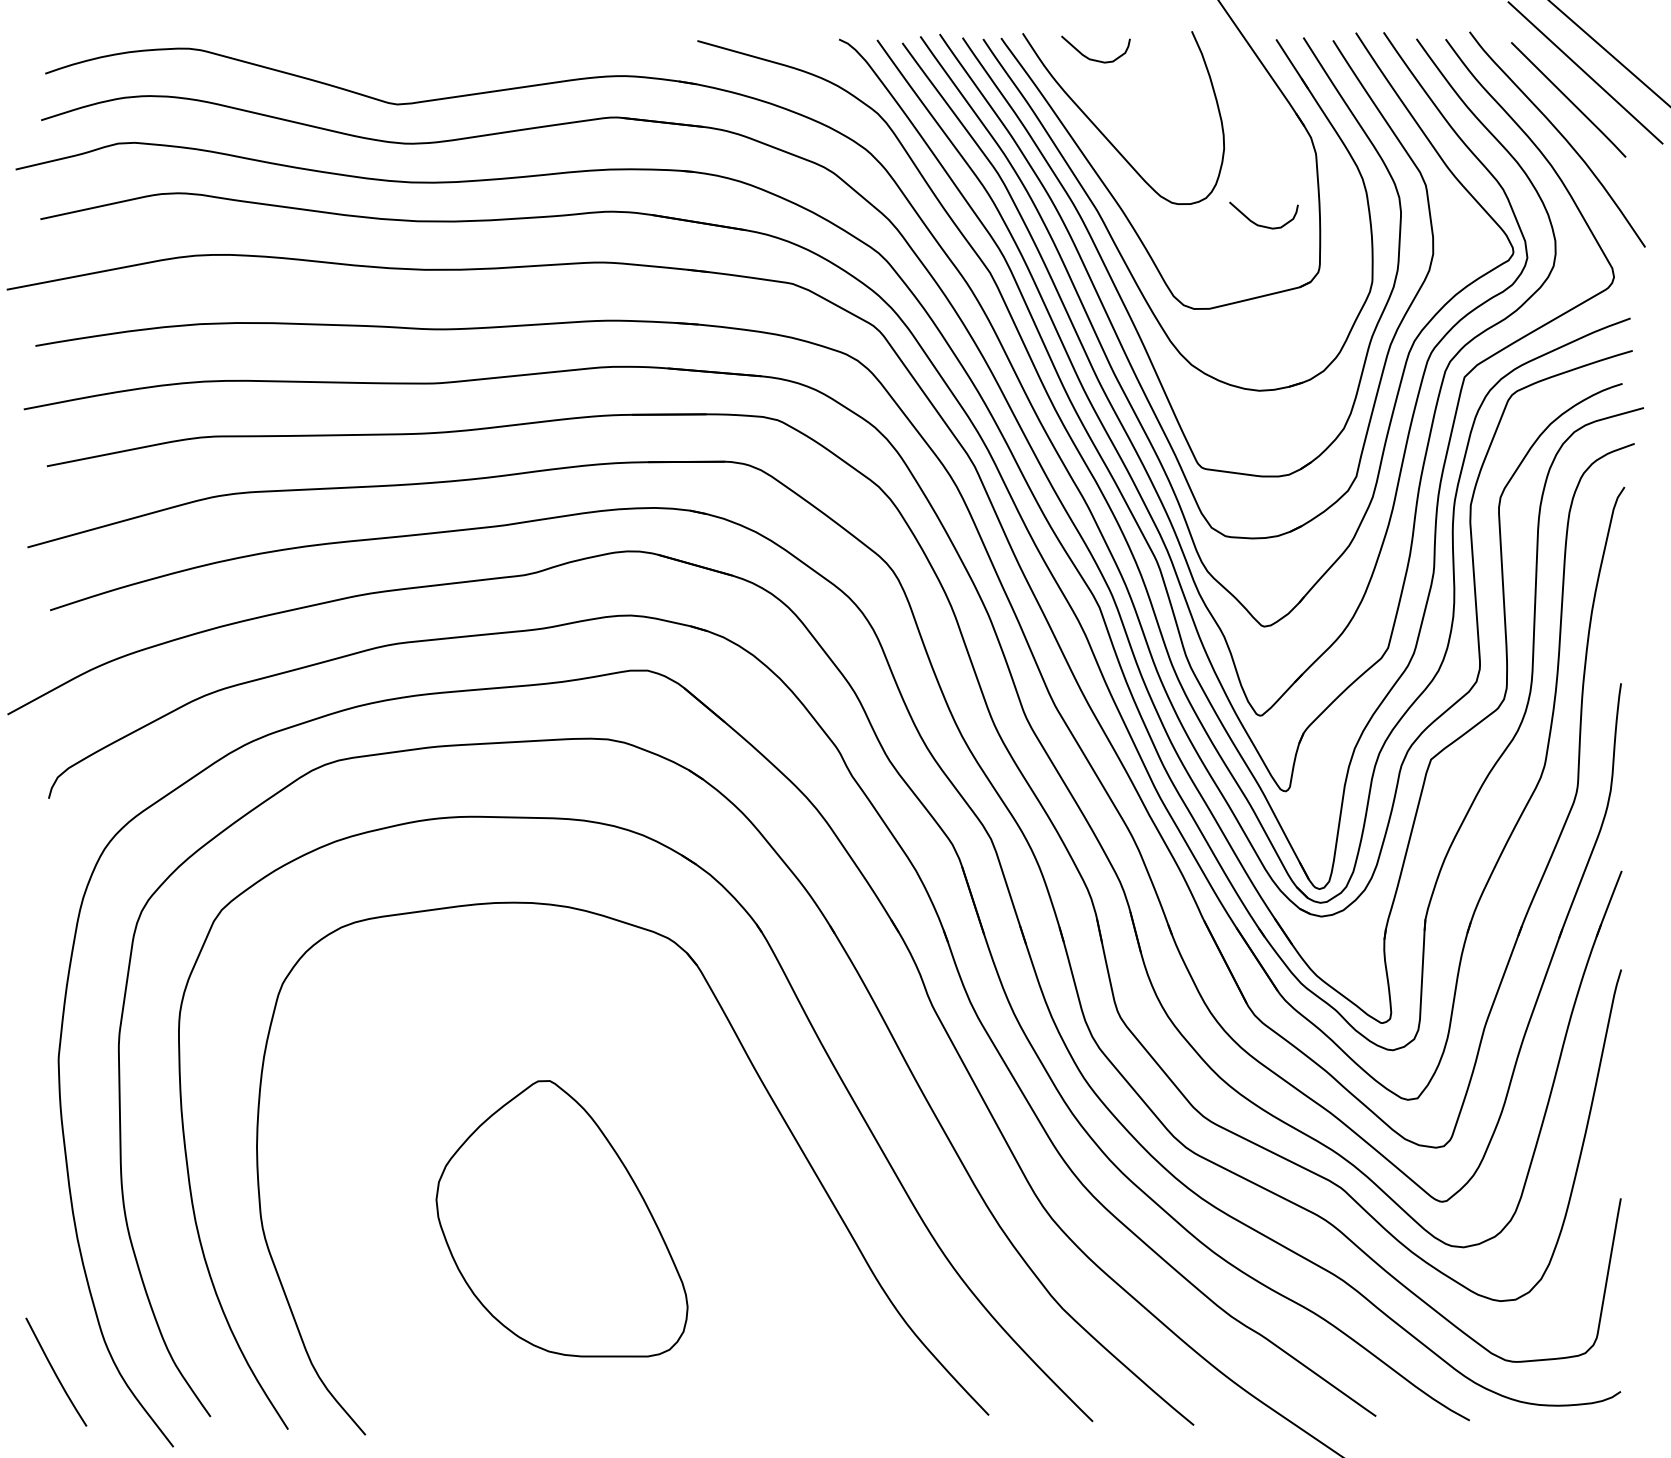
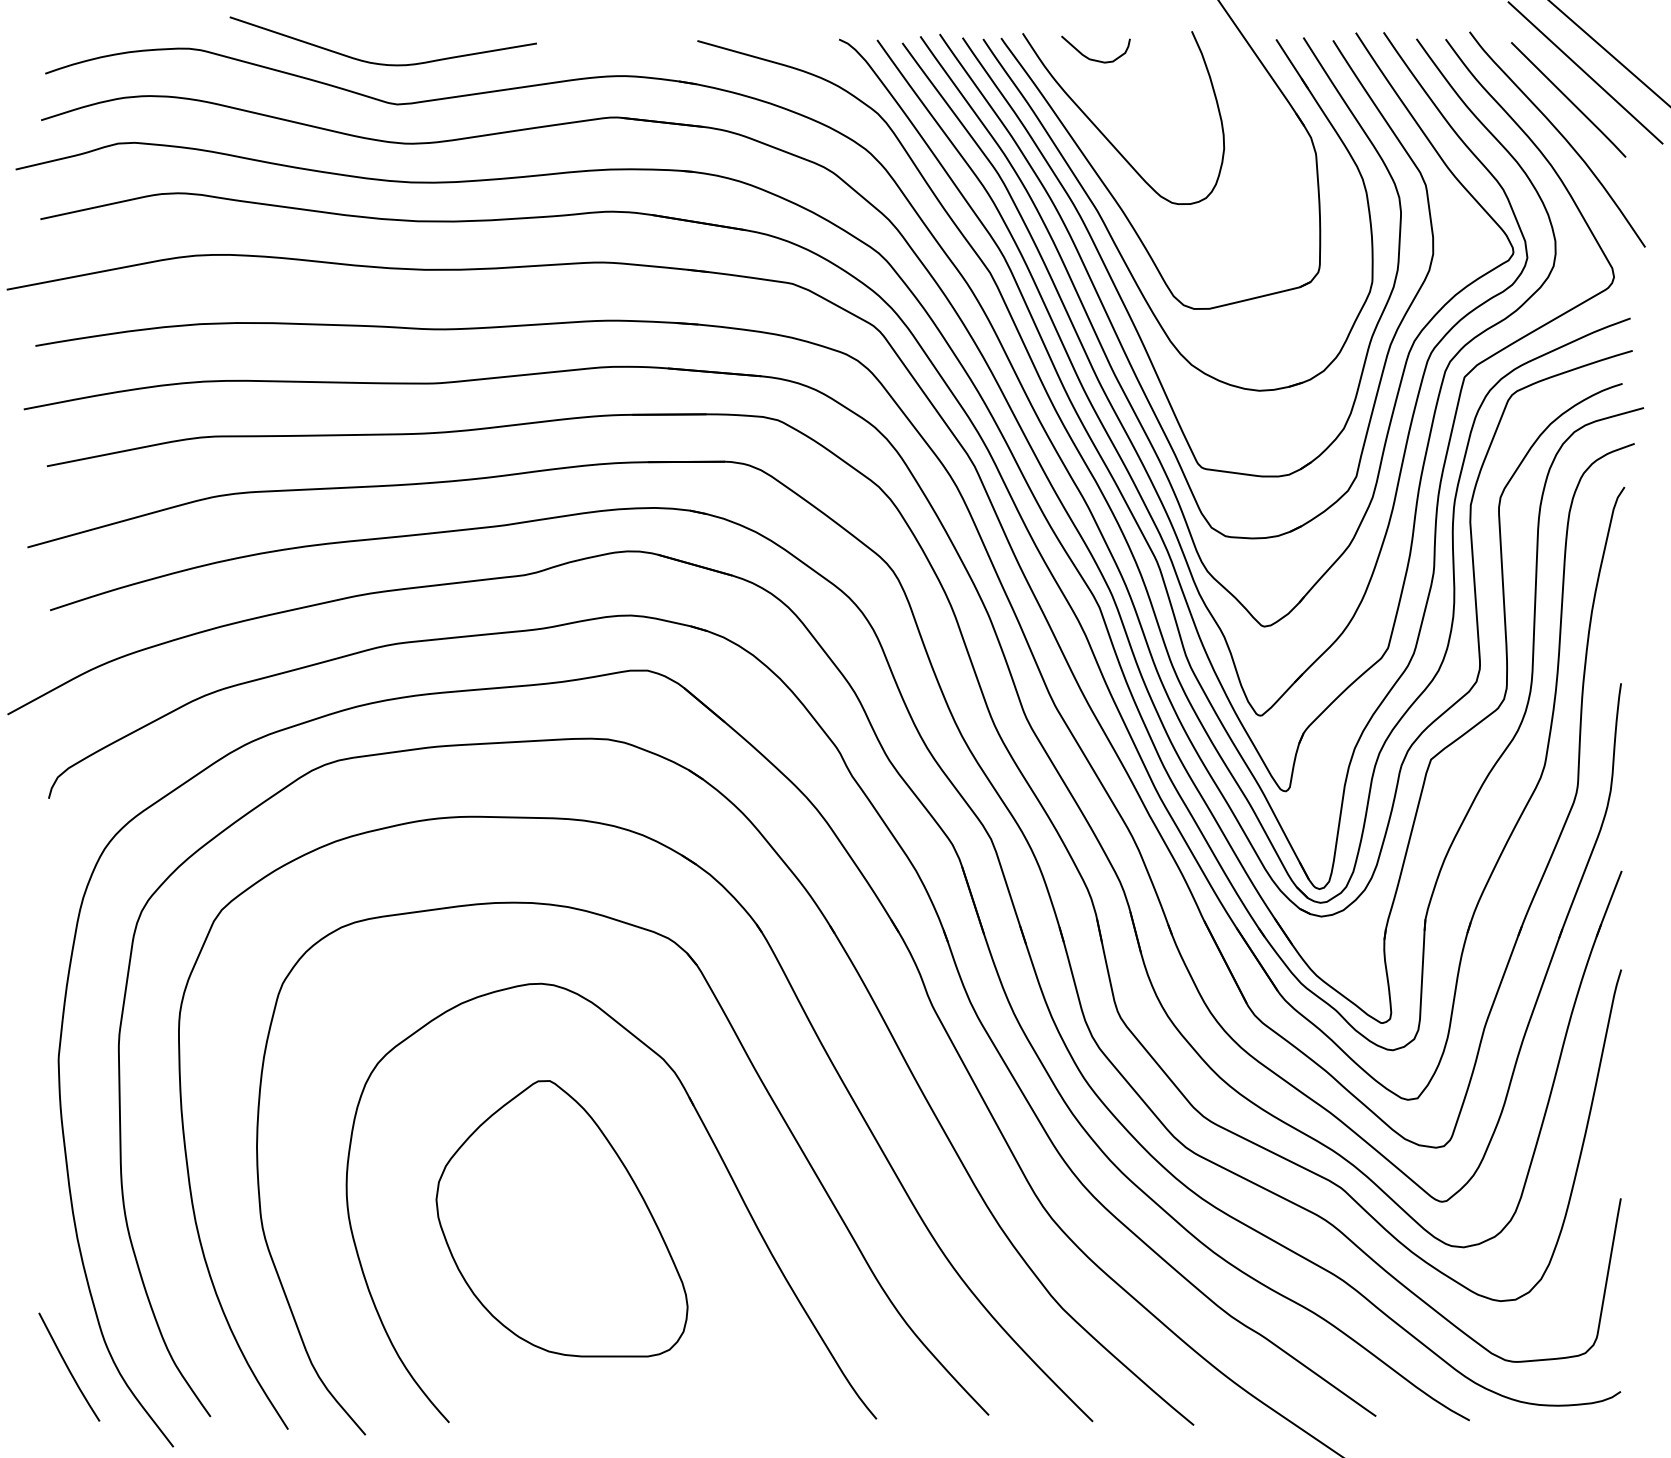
curve at (376, 62): none -> present
curve at (1259, 224): present -> none
part at (713, 1145): none -> present
curve at (55, 1371) position: (55, 1371) -> (68, 1366)
